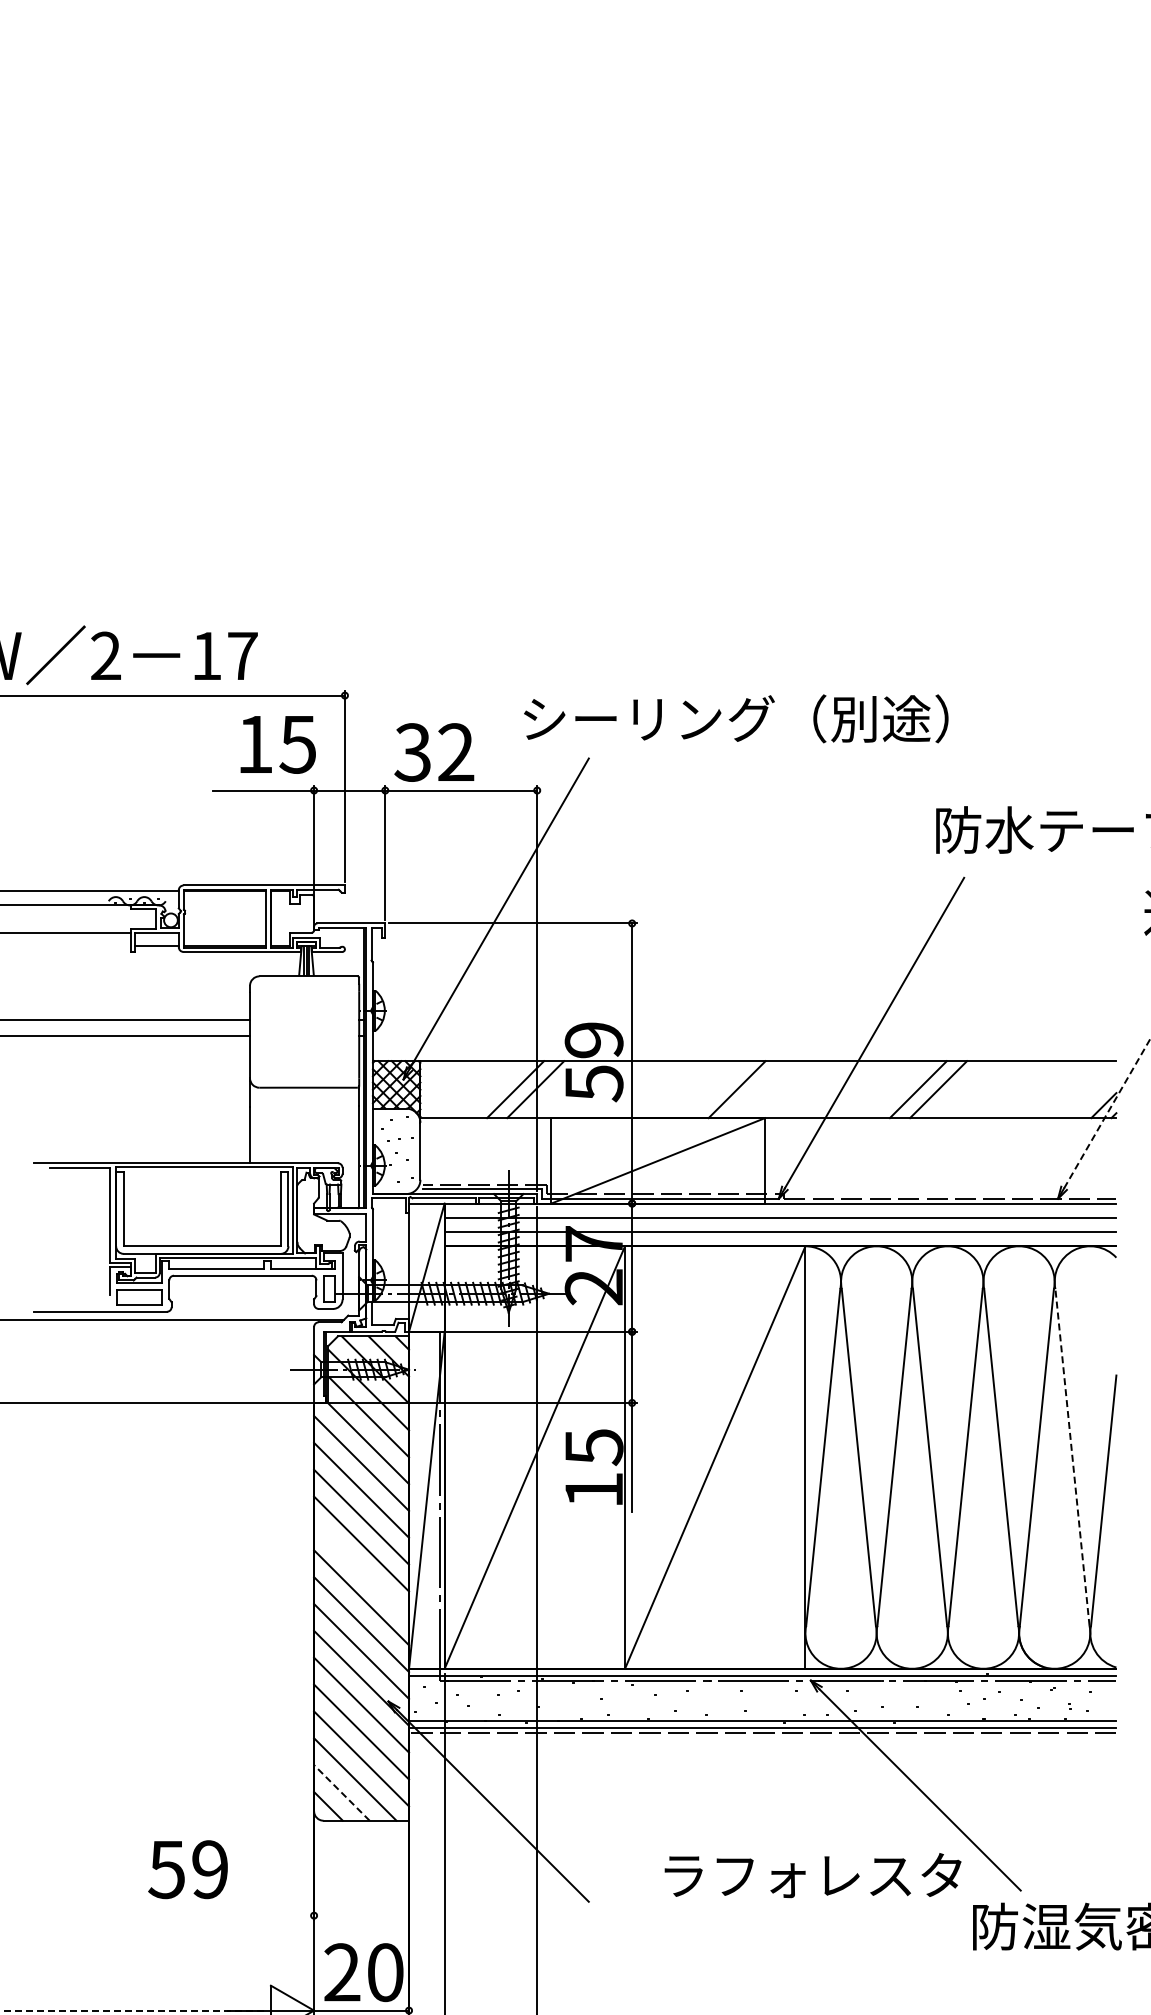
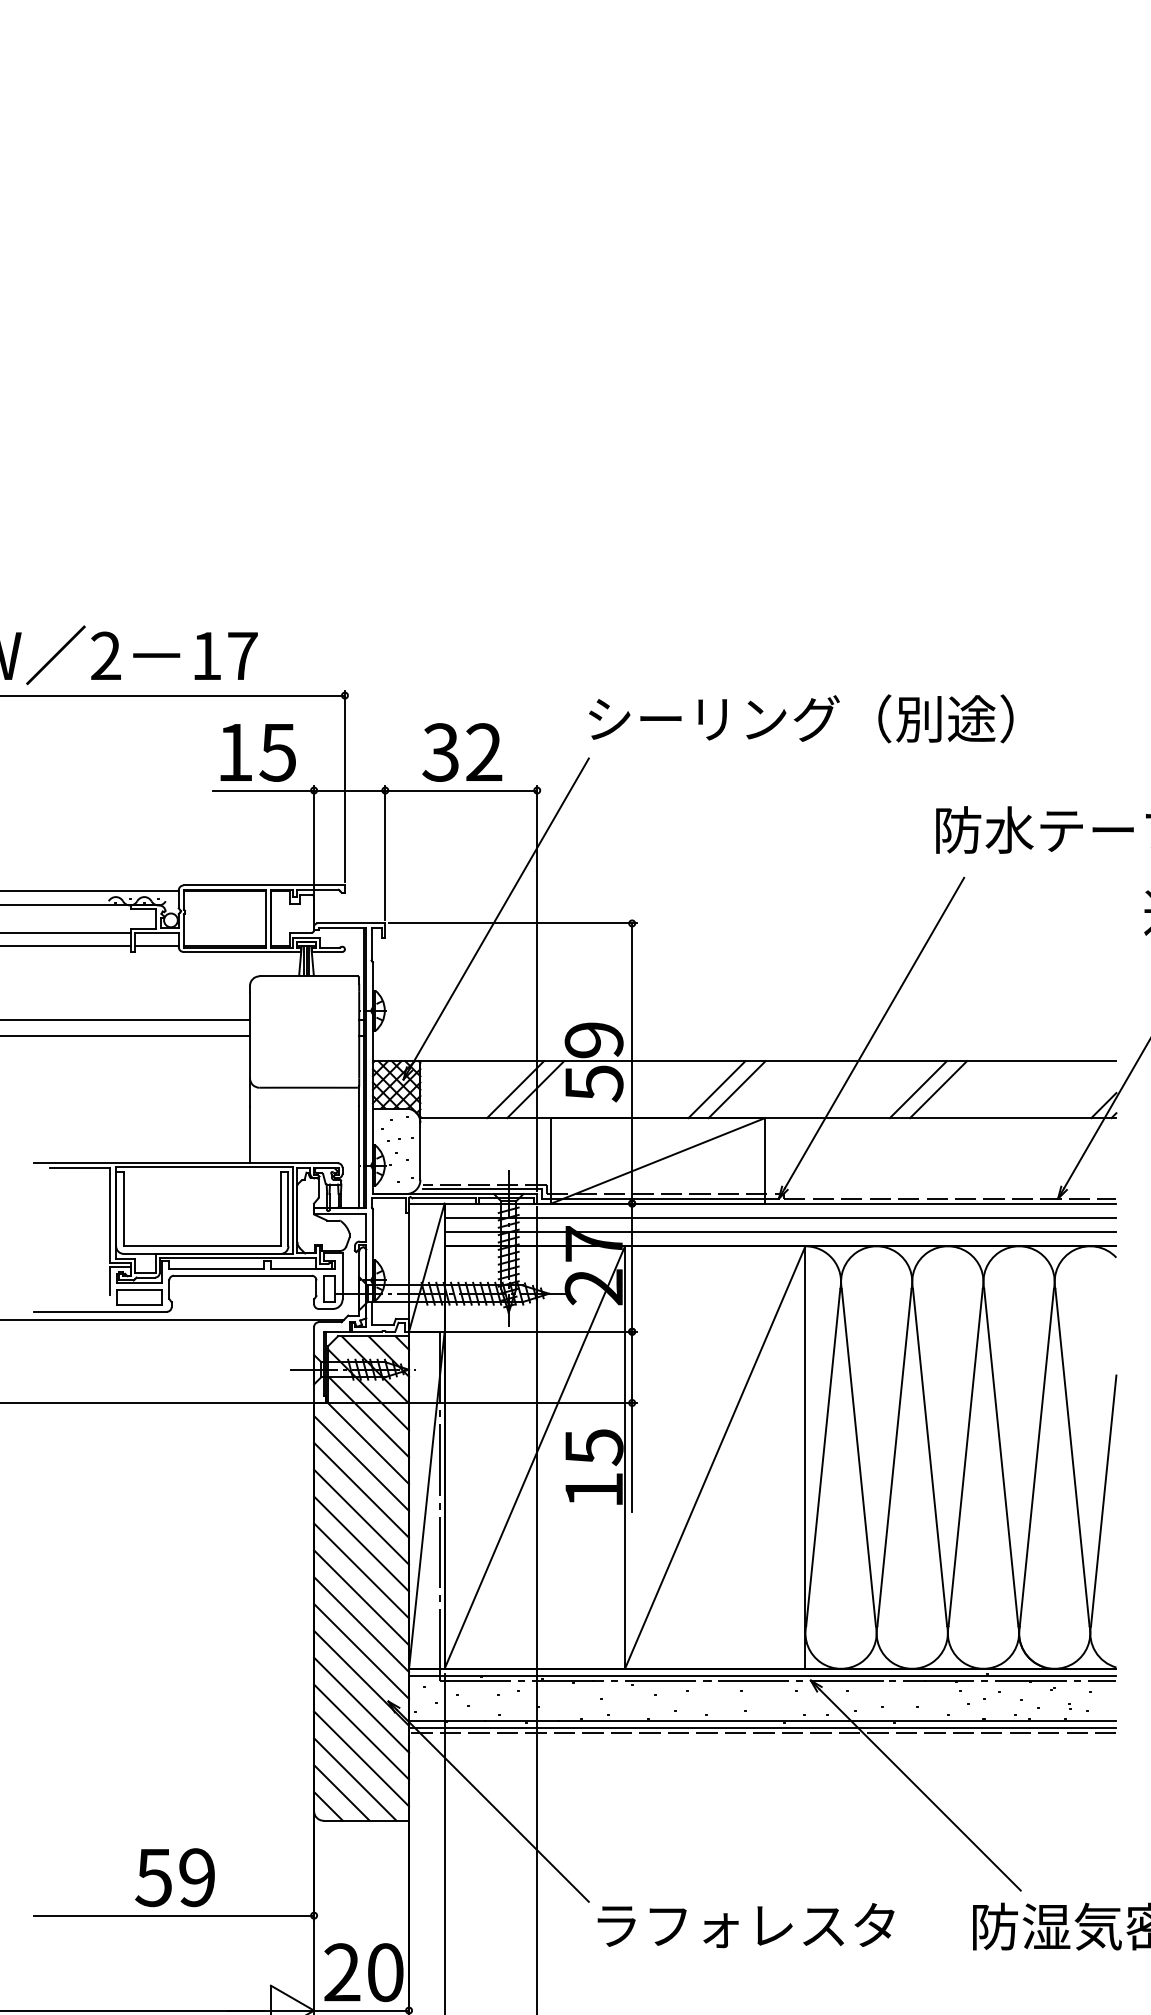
text at (736, 718) position: (736, 718) -> (801, 718)
text at (277, 744) position: (277, 744) -> (257, 752)
text at (434, 752) position: (434, 752) -> (462, 752)
line at (66, 945): none -> present
line at (716, 1089): none -> present
line at (1107, 1113): dashed -> solid
line at (1072, 1457): dashed -> solid
line at (361, 1570): none -> present
line at (341, 1792): dashed -> solid
text at (187, 1869) position: (187, 1869) -> (174, 1877)
text at (812, 1875) position: (812, 1875) -> (745, 1925)
line at (174, 1915): none -> present
line at (132, 2010): dashed -> solid
